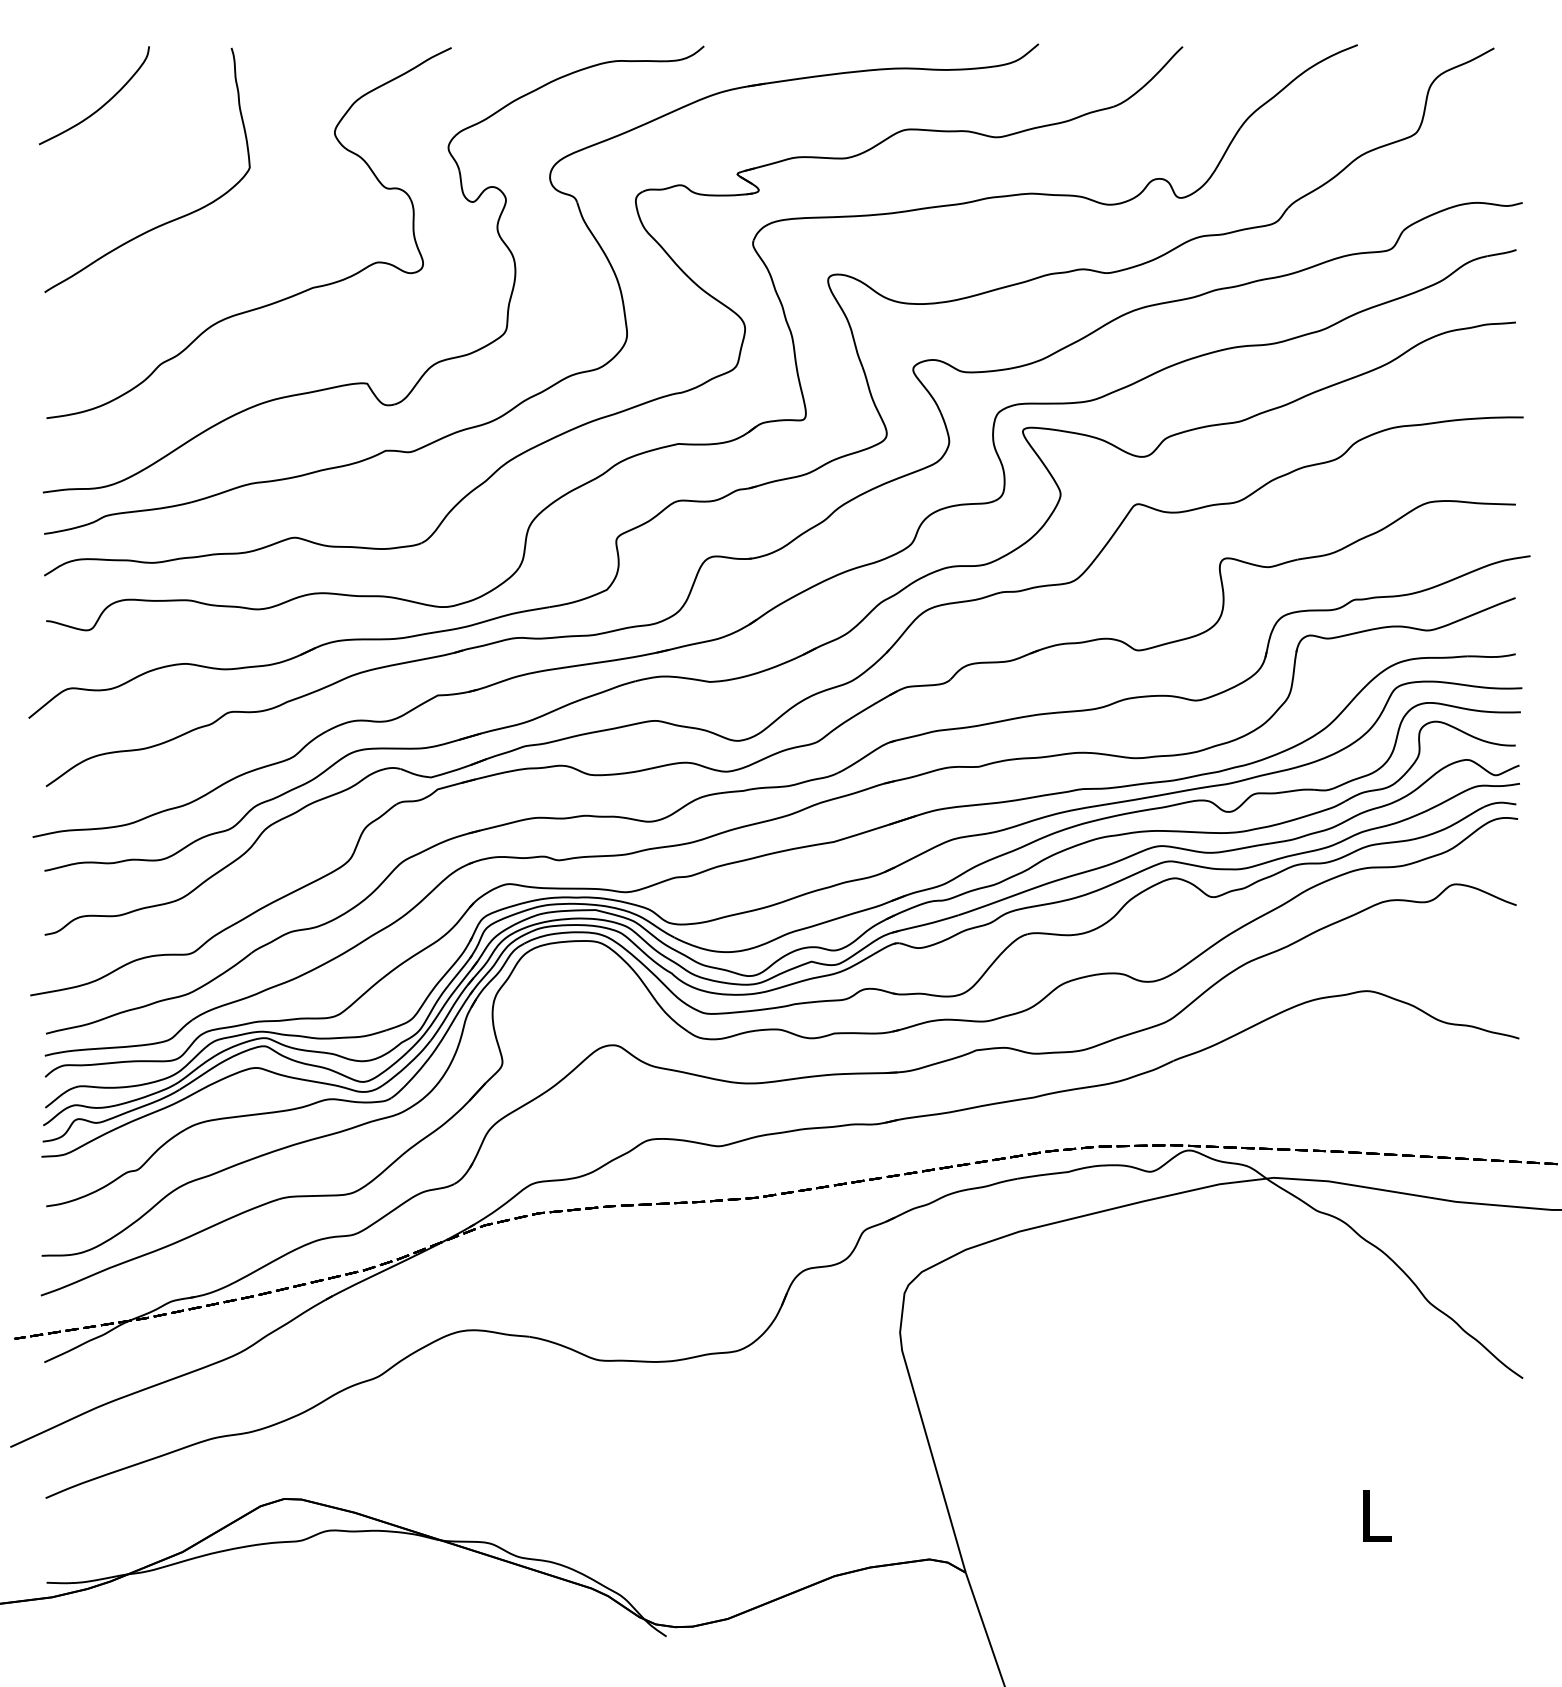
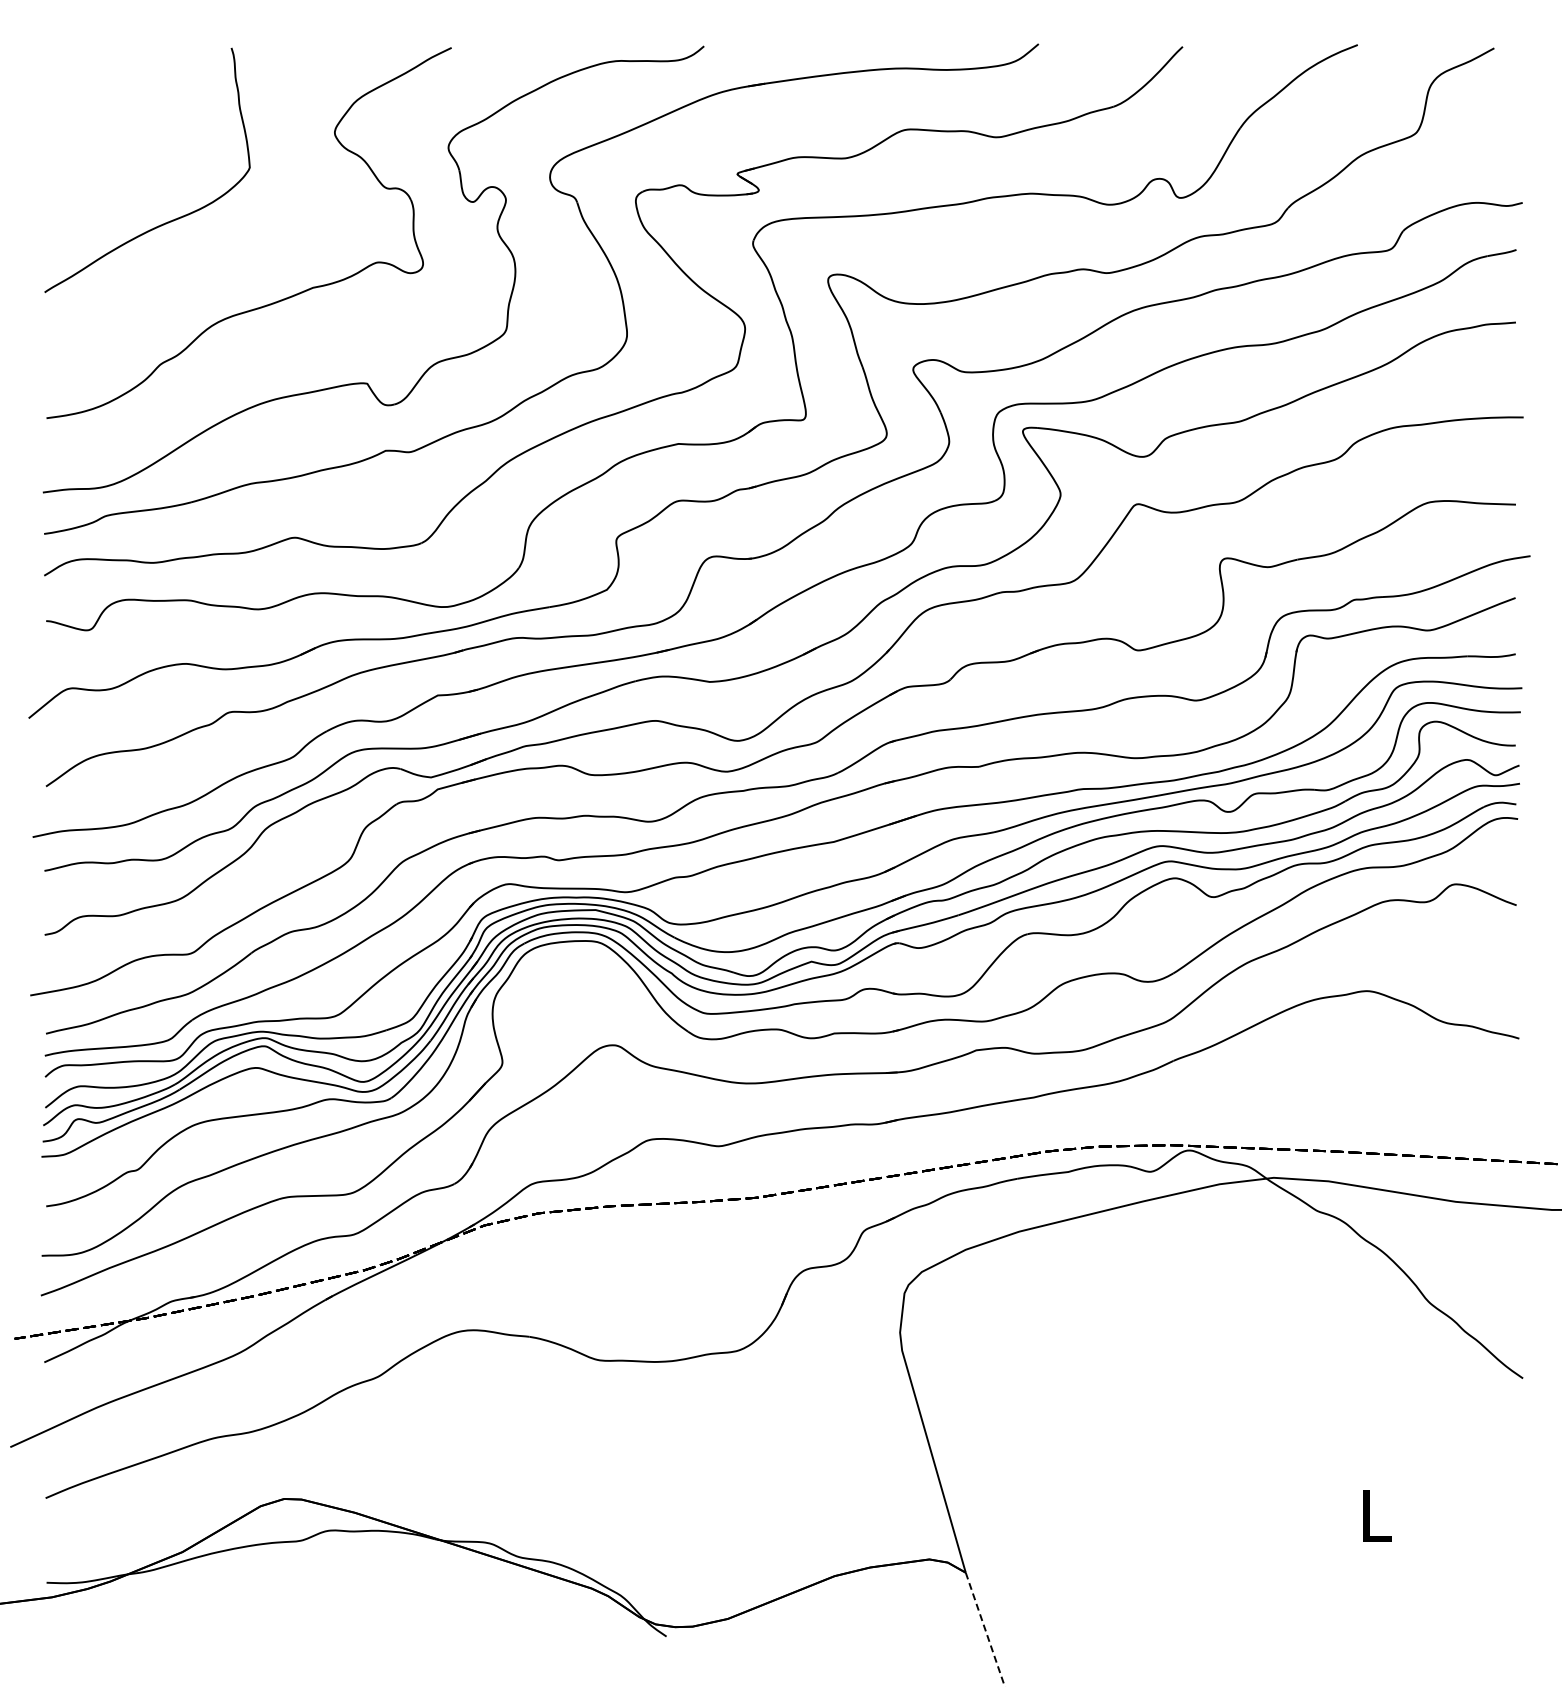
curve at (99, 107): present -> none
line at (985, 1630): solid -> dashed
